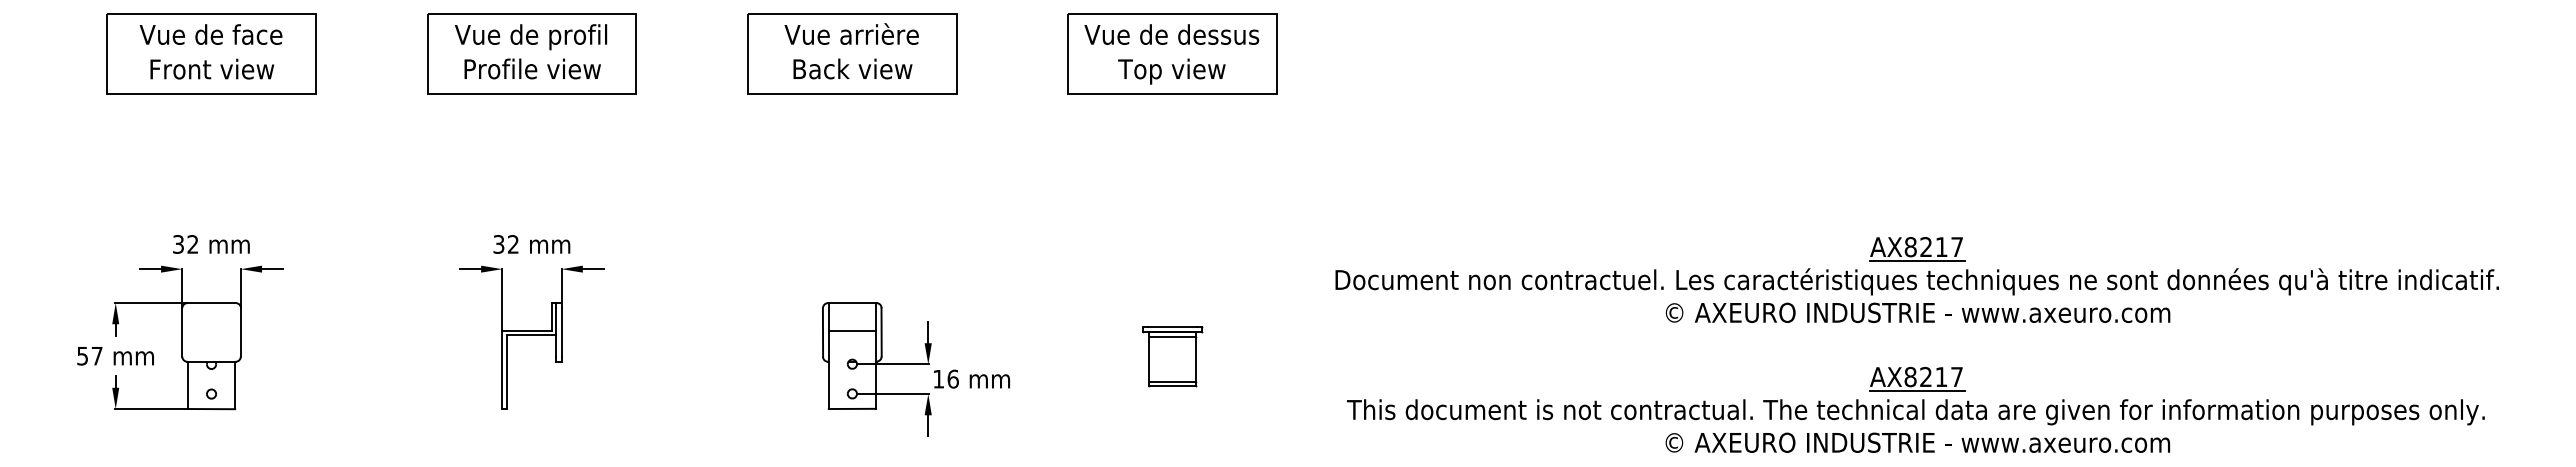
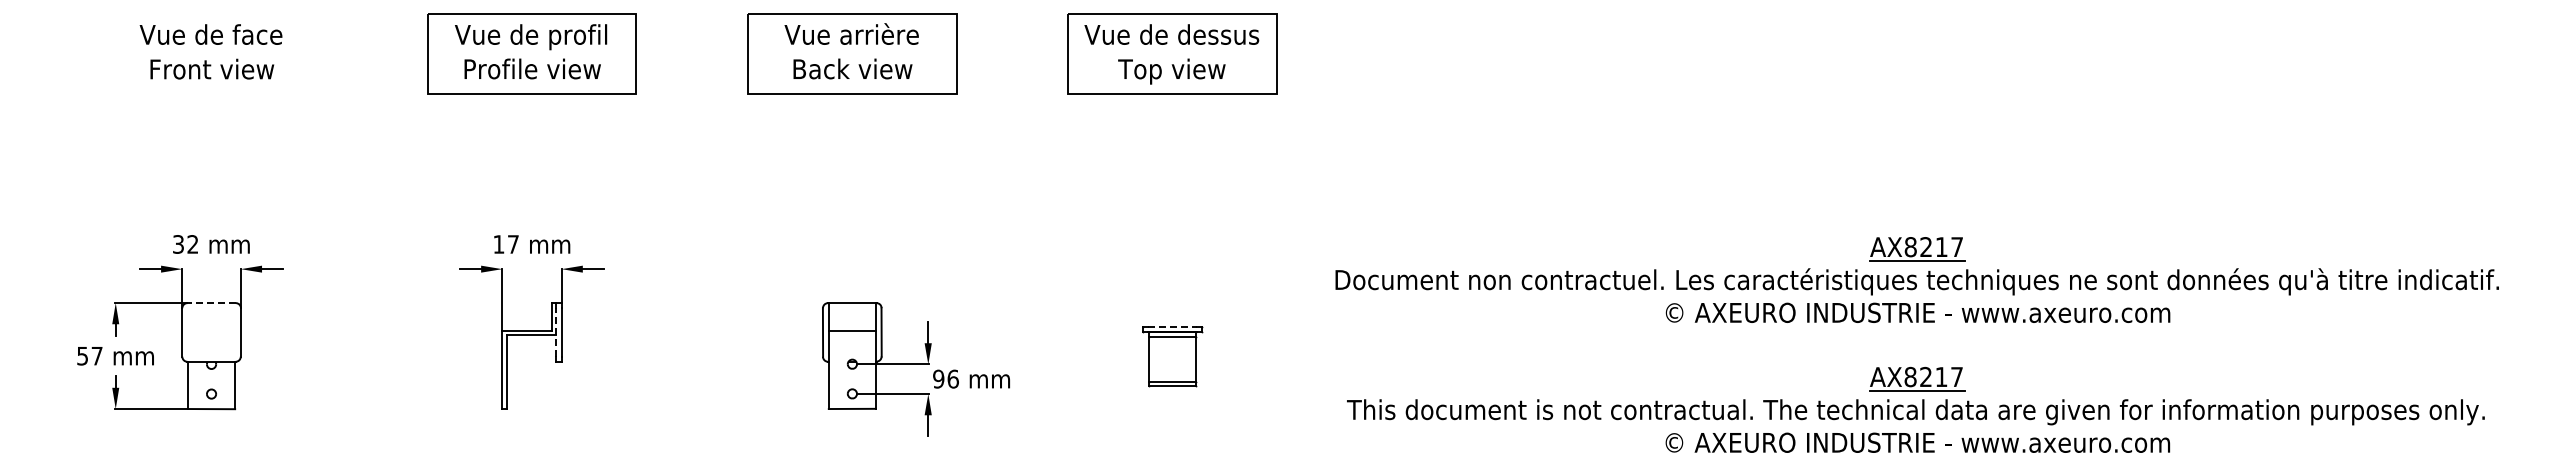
part at (211, 53): present -> none
text at (505, 244): 32 -> 17
line at (211, 303): solid -> dashed
line at (1172, 327): solid -> dashed
line at (556, 331): solid -> dashed
text at (938, 378): 16 -> 96
